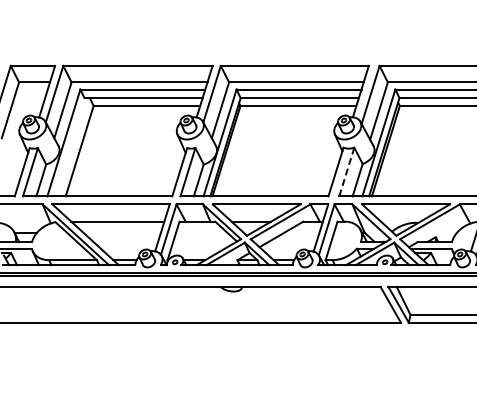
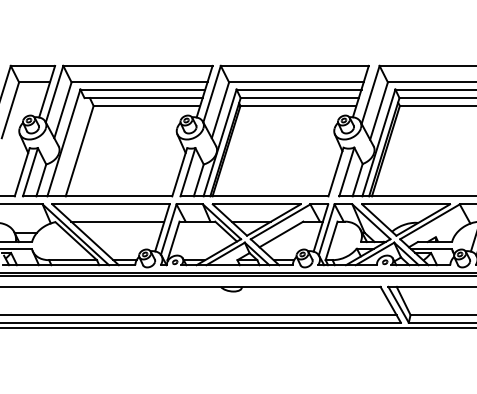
line at (346, 171): dashed -> solid
line at (199, 315): none -> present
line at (237, 328): none -> present
